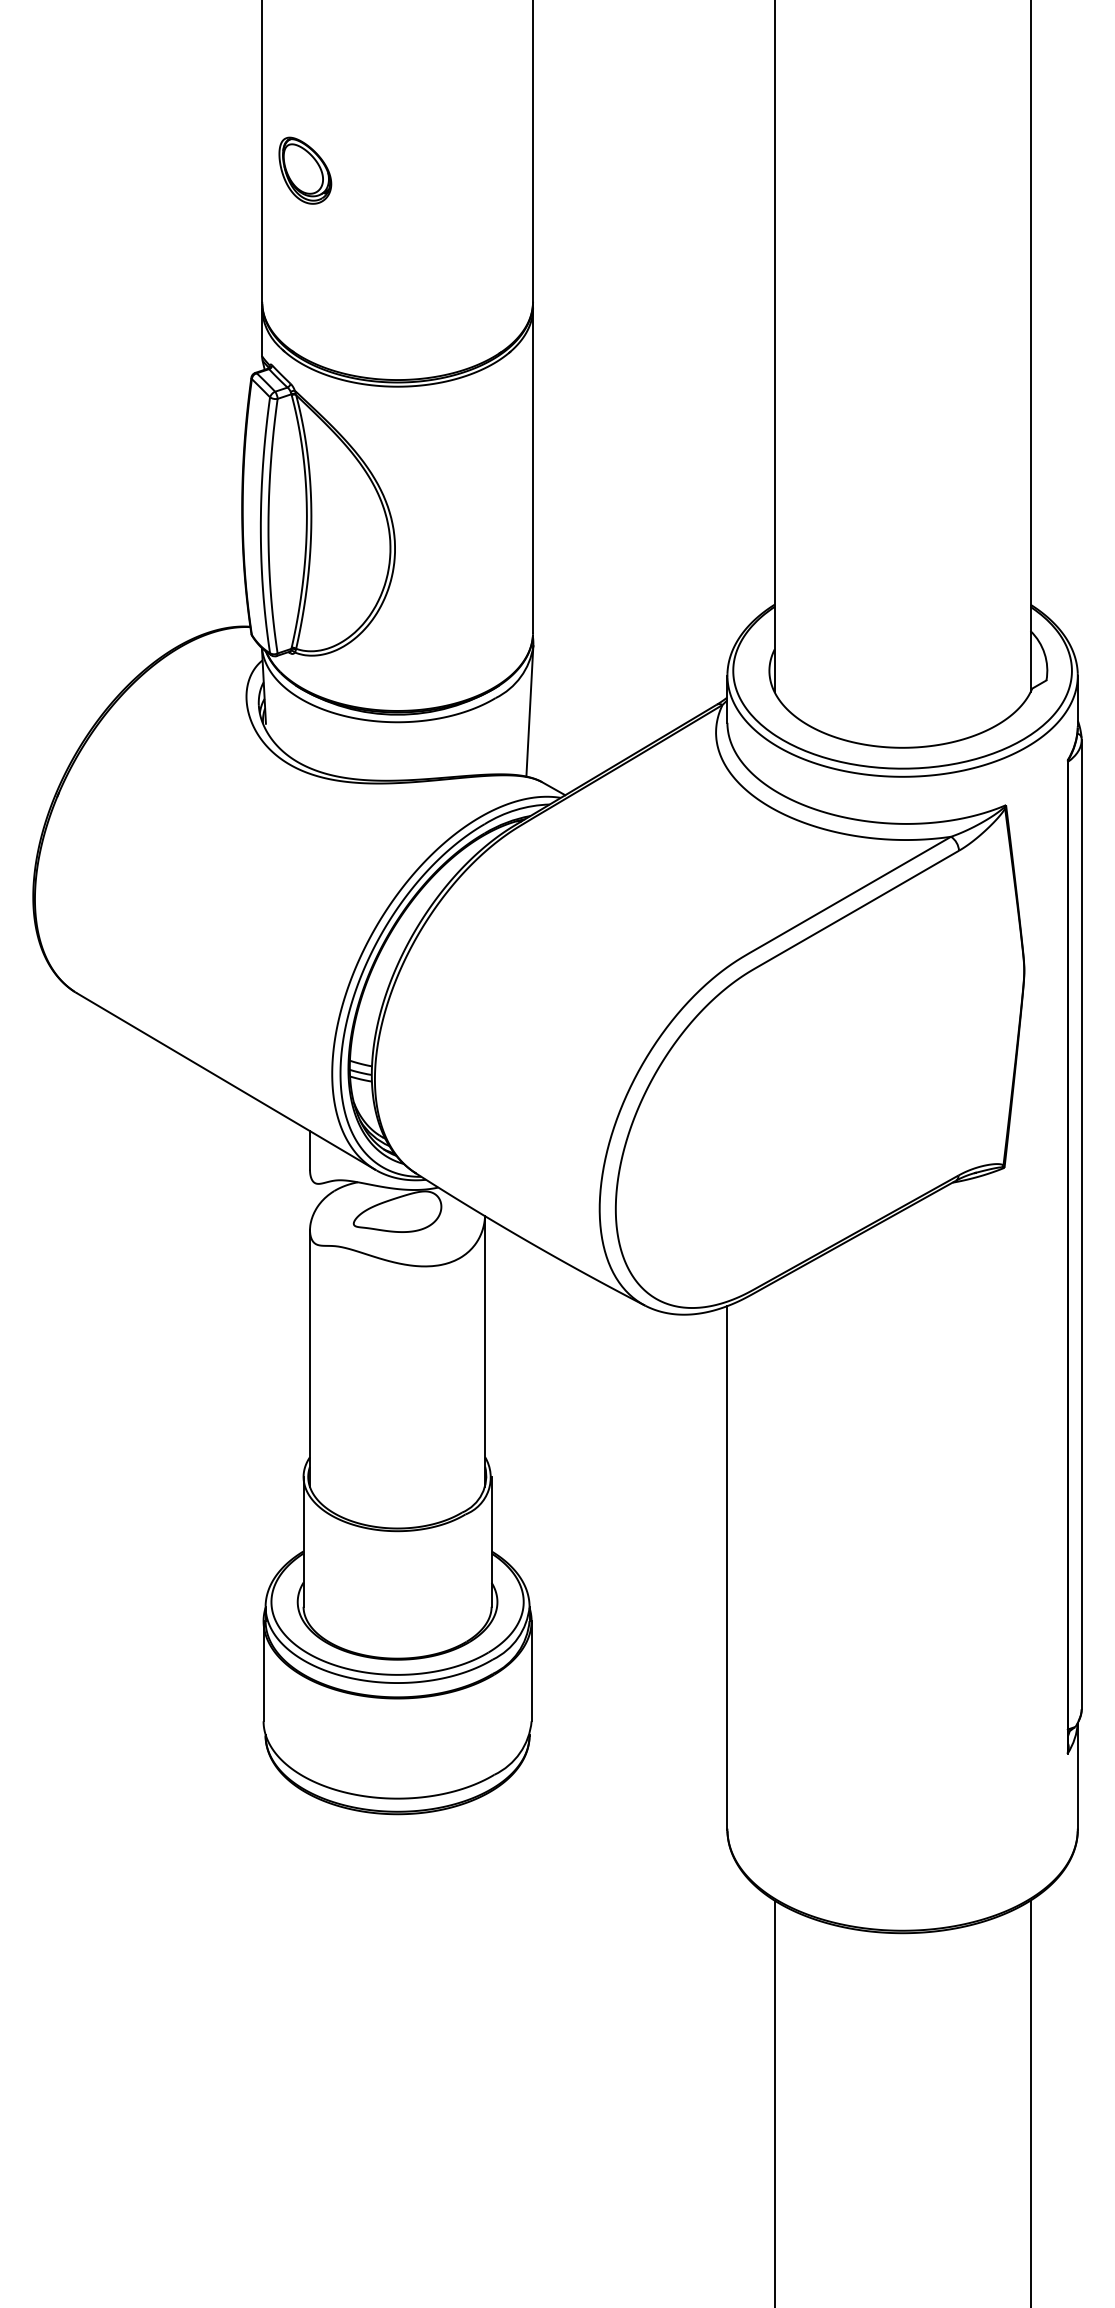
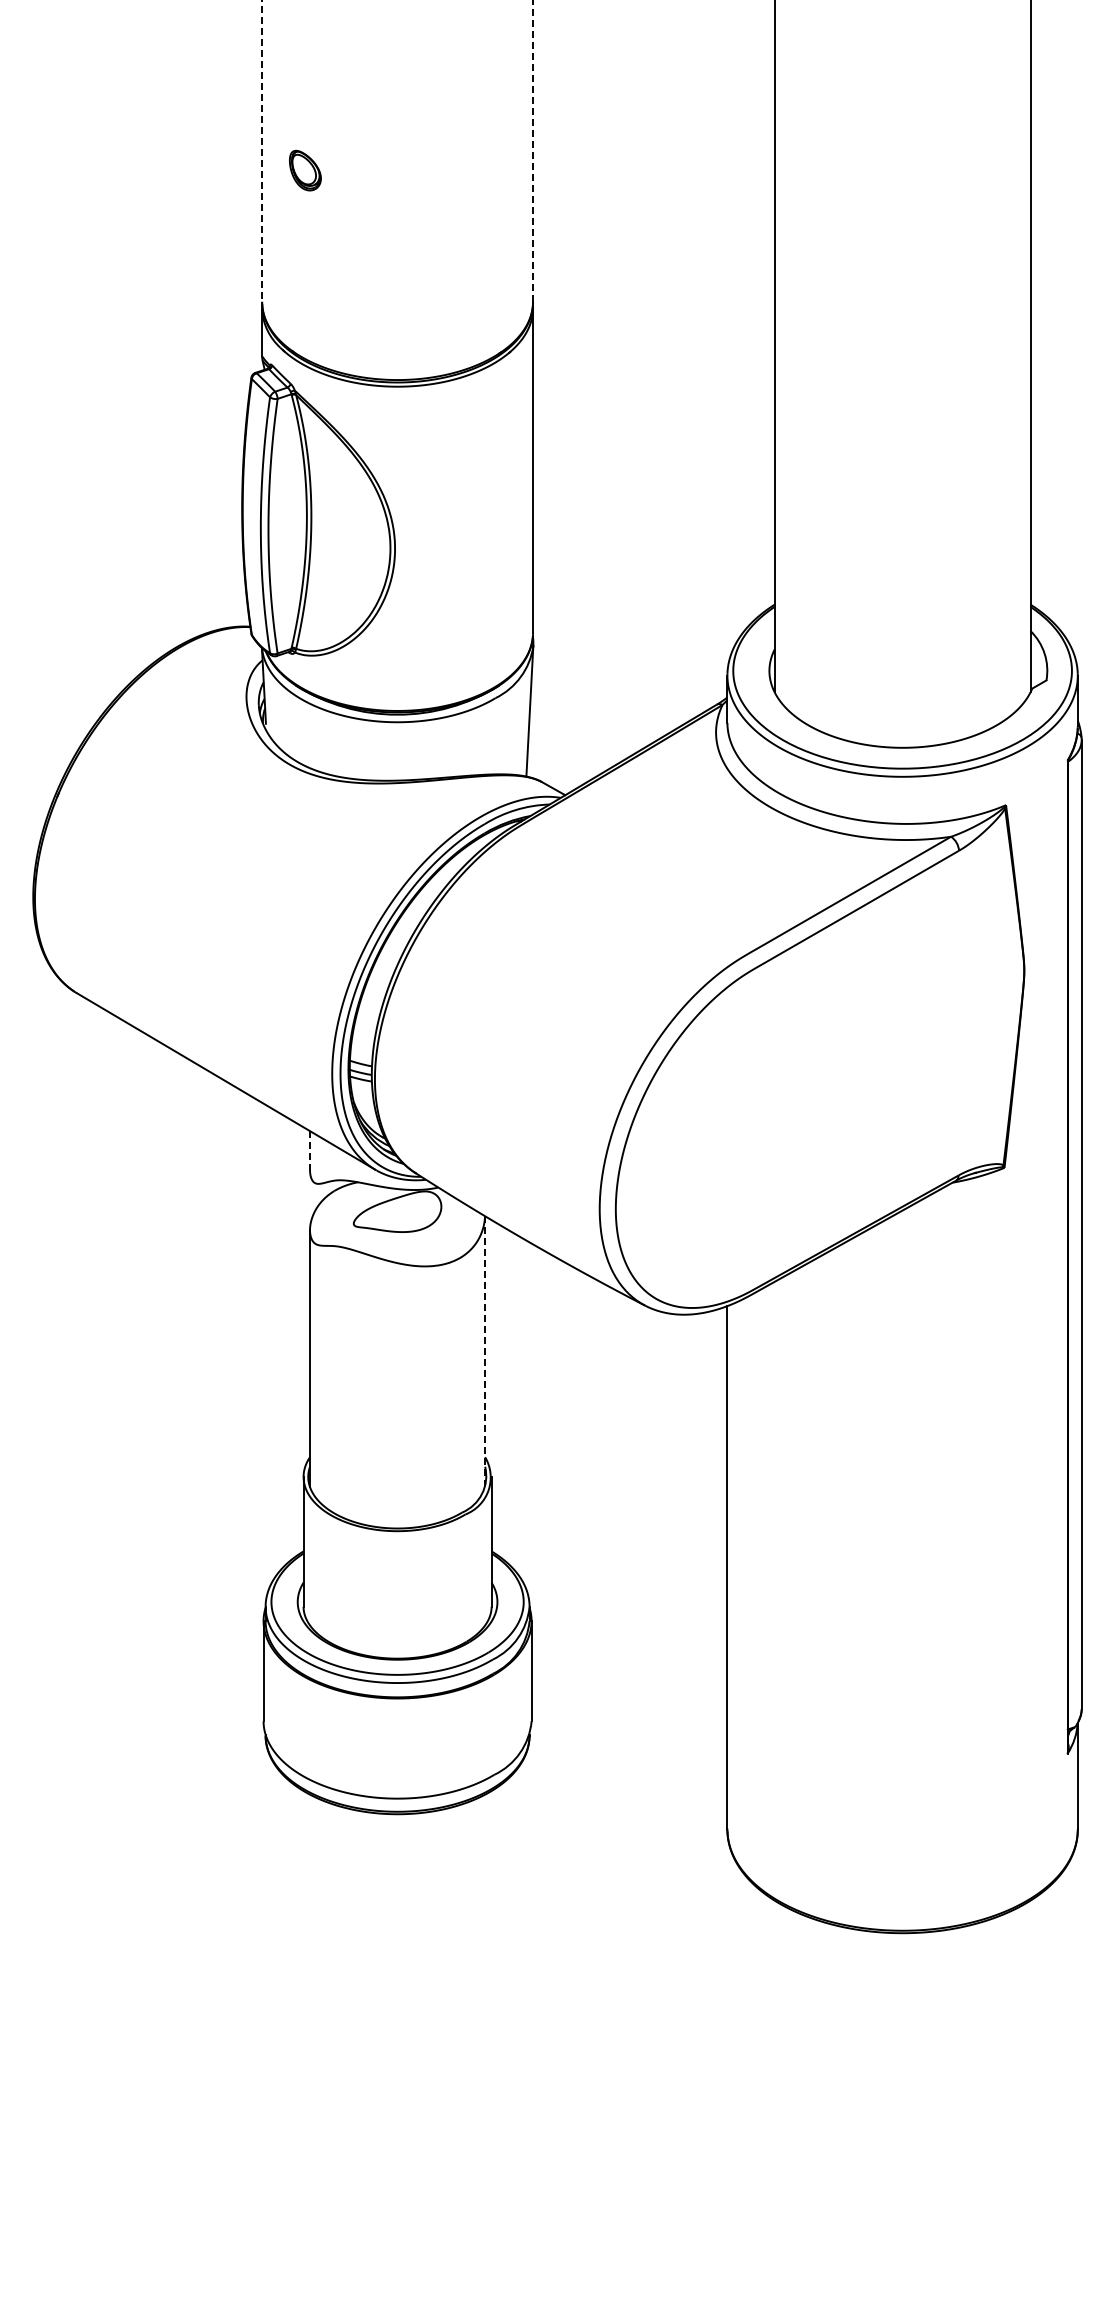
line at (262, 151): solid -> dashed
line at (533, 151): solid -> dashed
part at (305, 170) size: 55x69 px -> 33x43 px
line at (310, 1150): solid -> dashed
line at (485, 1351): solid -> dashed
line at (774, 2102): present -> none
line at (1030, 2102): present -> none
